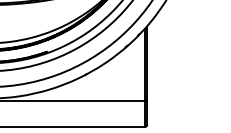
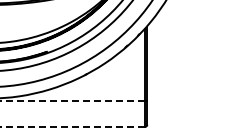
line at (72, 101): solid -> dashed
line at (72, 126): solid -> dashed
